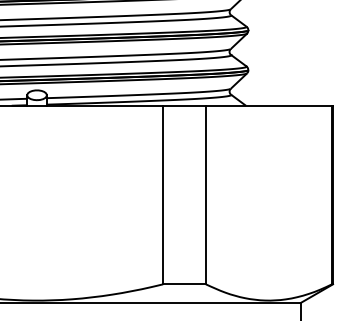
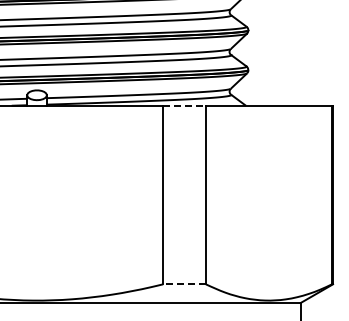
line at (185, 105): solid -> dashed
line at (184, 284): solid -> dashed
